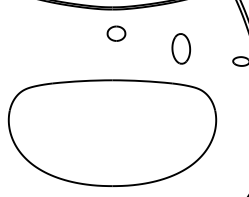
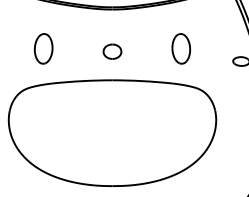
part at (116, 33) position: (116, 33) -> (112, 51)
part at (43, 48): none -> present
